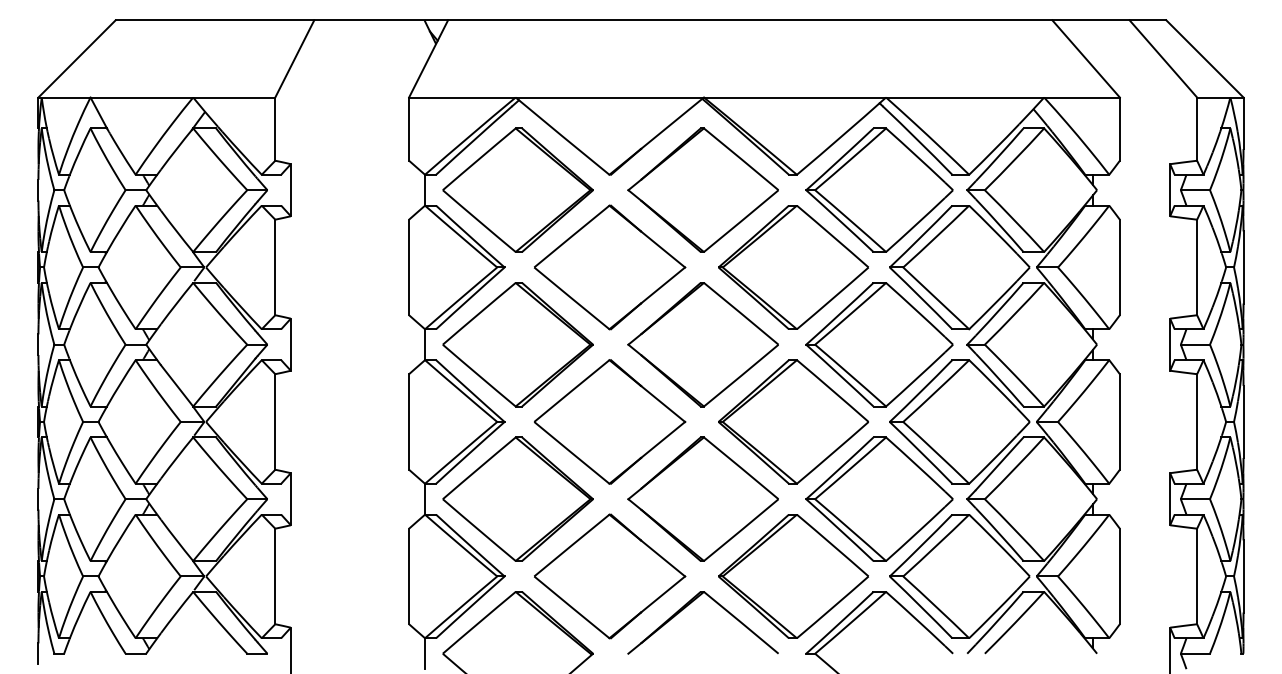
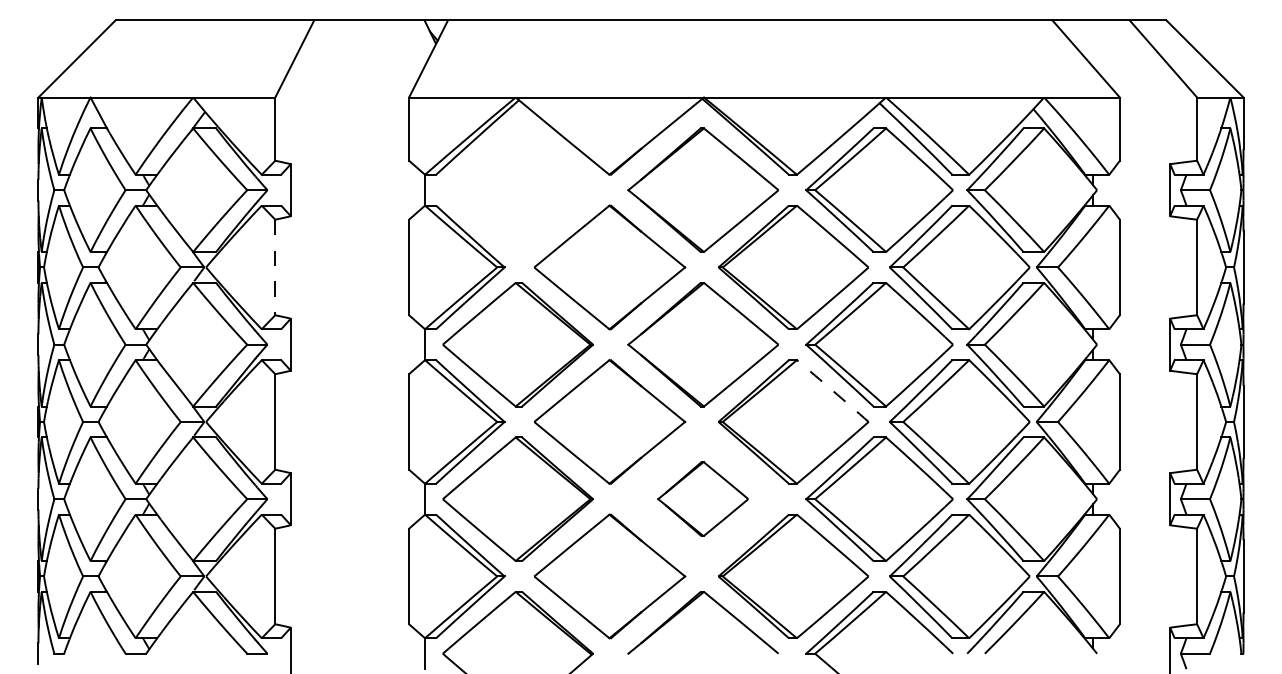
part at (517, 189): present -> none
line at (275, 267): solid -> dashed
arc at (832, 390): solid -> dashed
part at (702, 498) size: 152x126 px -> 92x76 px
